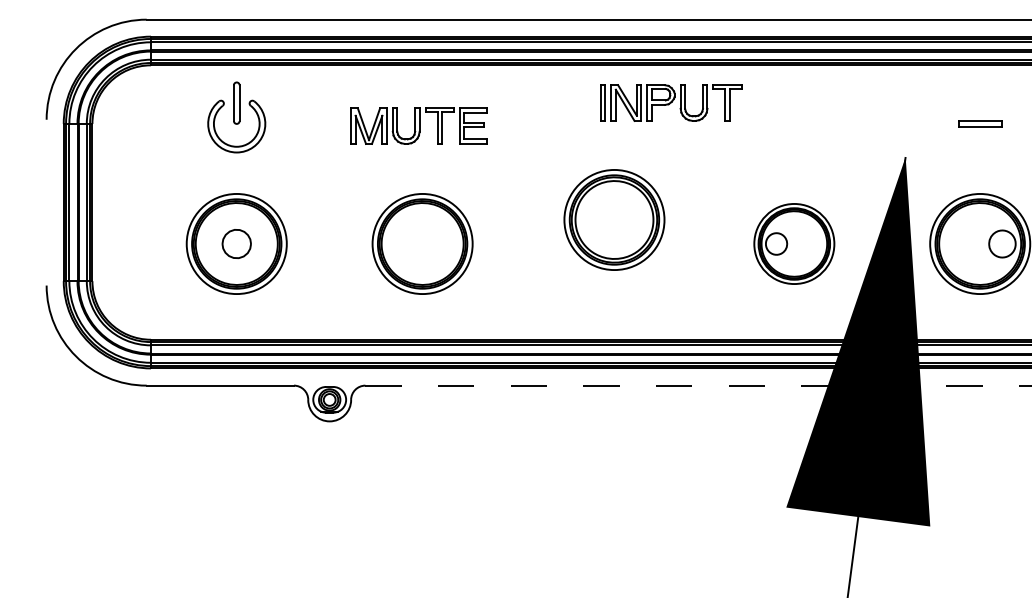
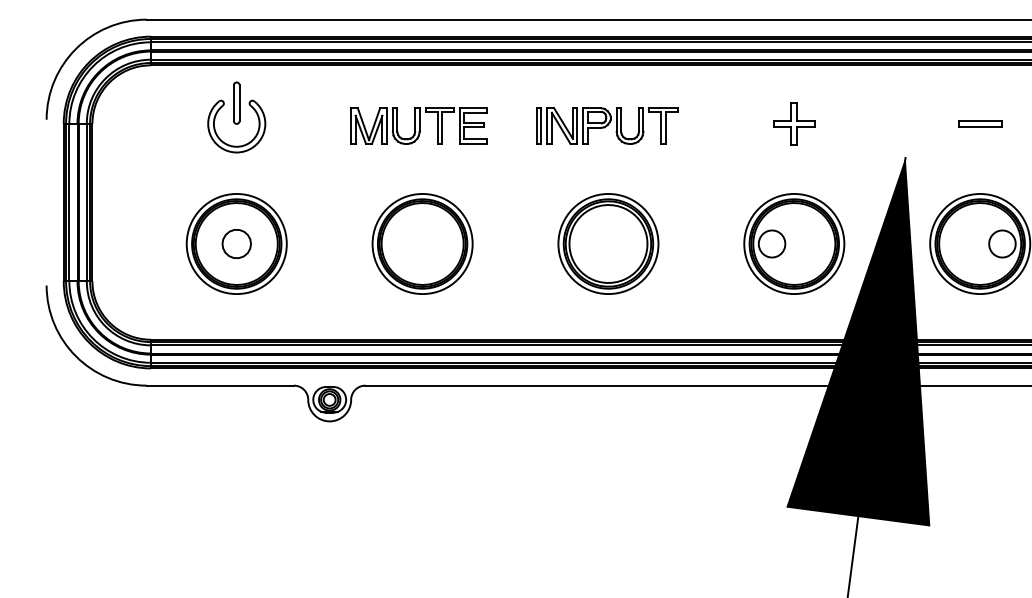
part at (671, 102) position: (671, 102) -> (607, 125)
part at (794, 123): none -> present
part at (614, 219) position: (614, 219) -> (608, 243)
part at (794, 243) size: 83x82 px -> 103x102 px
line at (698, 385): dashed -> solid
